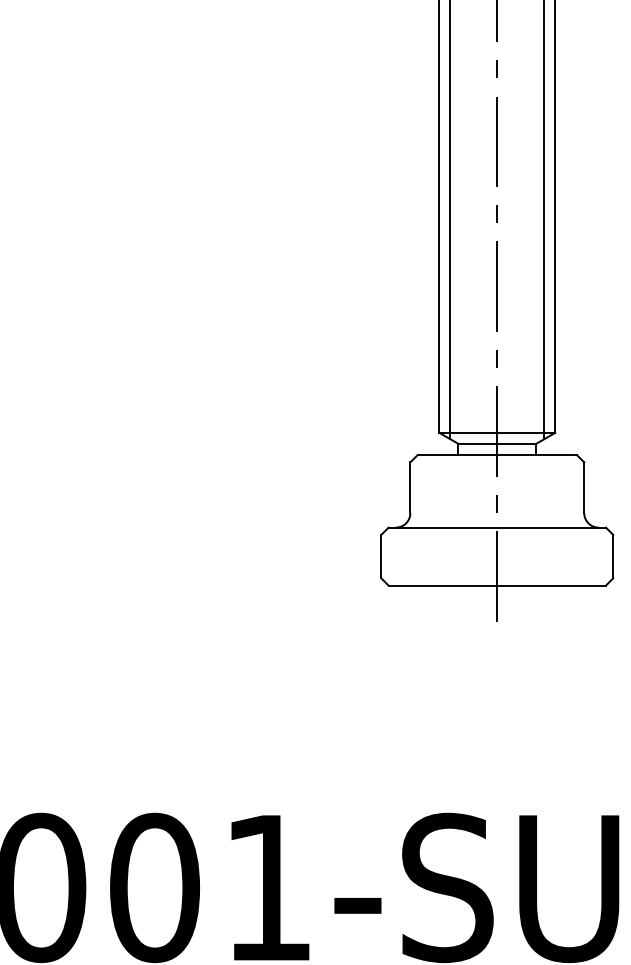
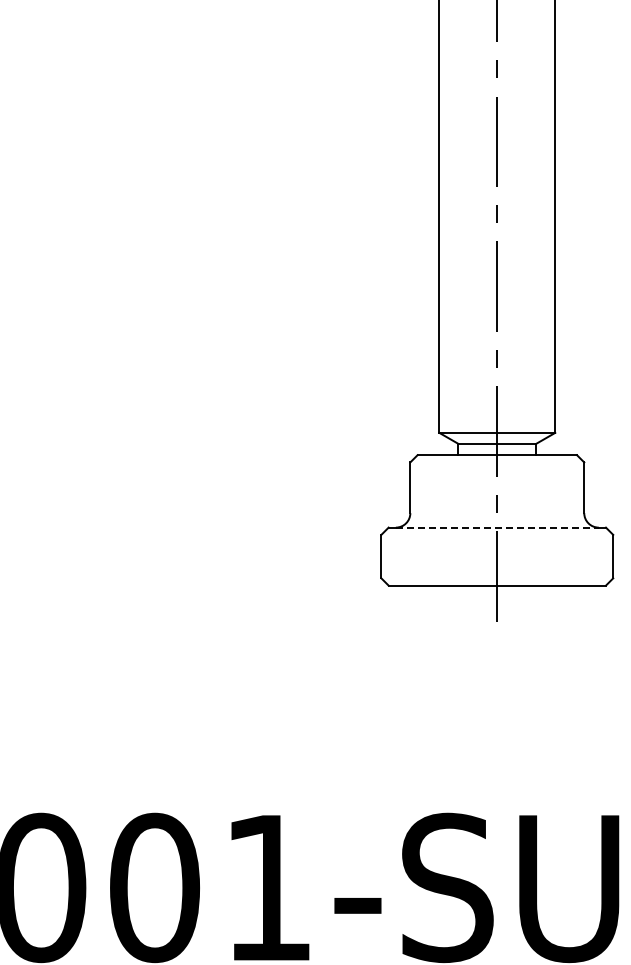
line at (450, 220): present -> none
line at (544, 220): present -> none
line at (497, 527): solid -> dashed
